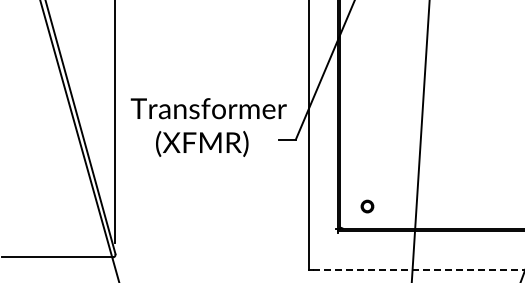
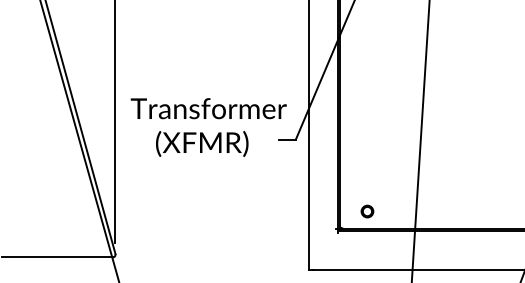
part at (367, 206) position: (367, 206) -> (367, 211)
line at (418, 269): dashed -> solid
